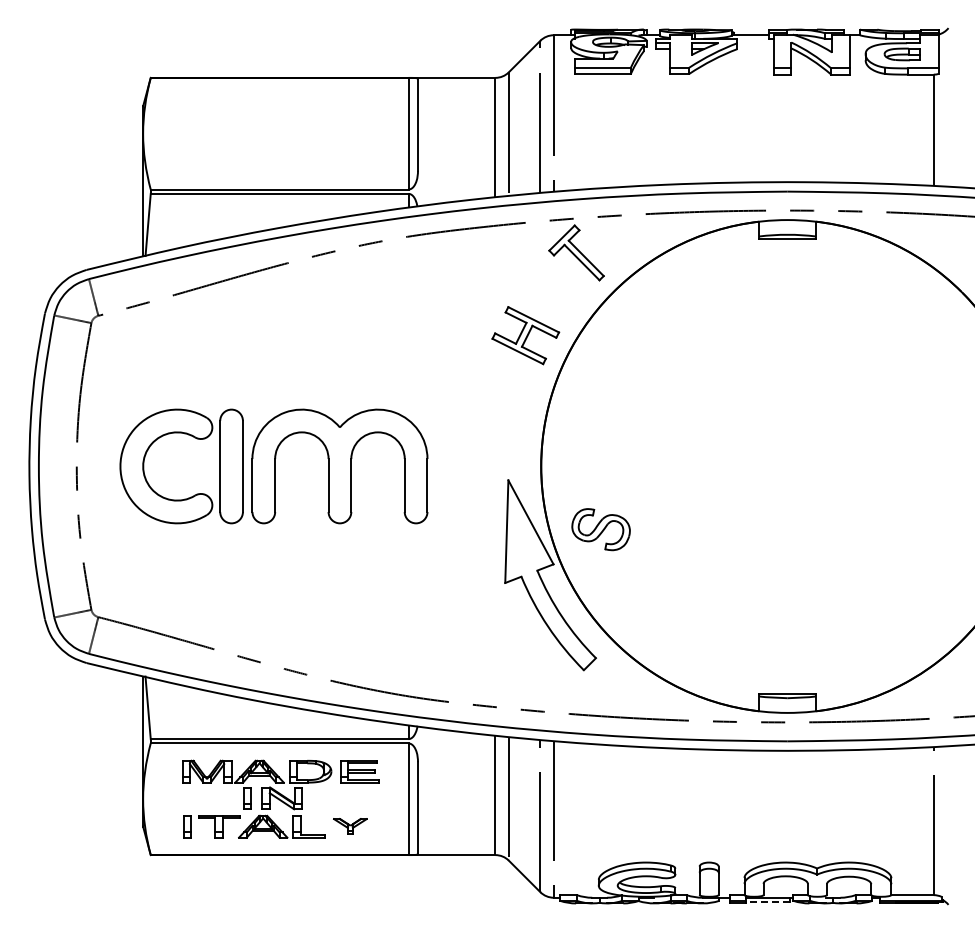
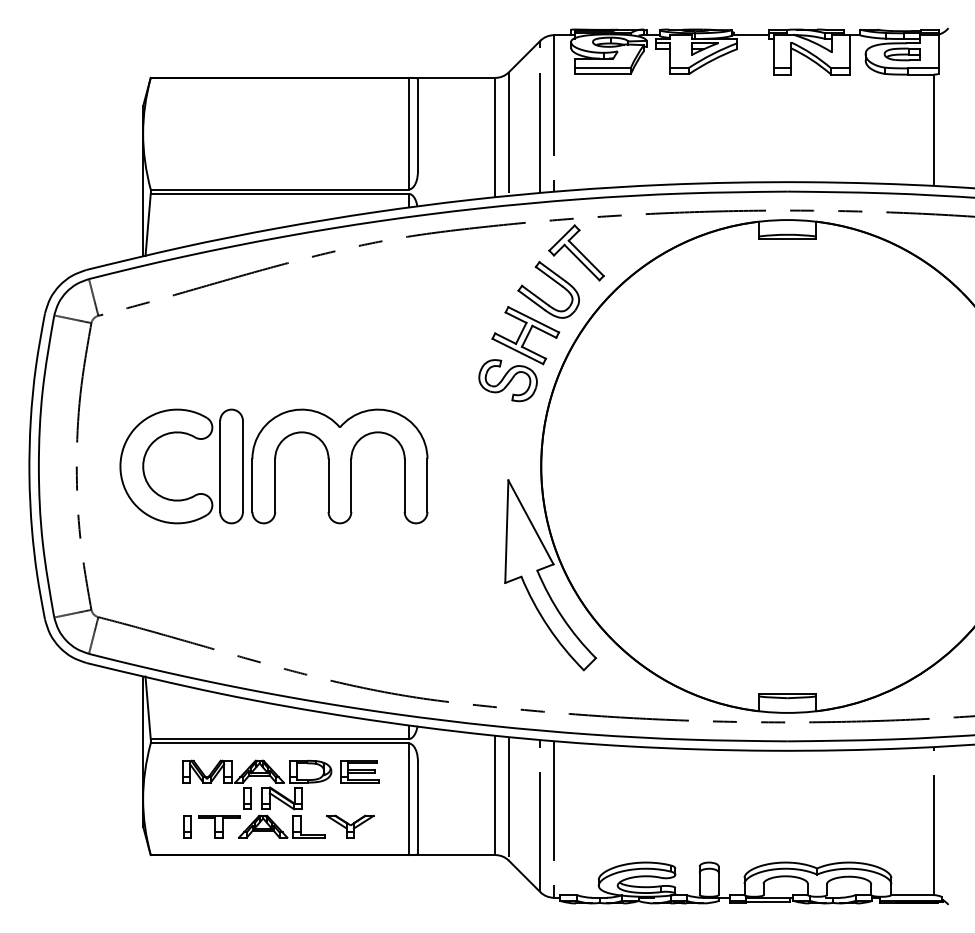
part at (552, 280): none -> present
part at (600, 529) position: (600, 529) -> (507, 380)
part at (350, 826) size: 35x17 px -> 49x25 px
line at (767, 902): dashed -> solid
